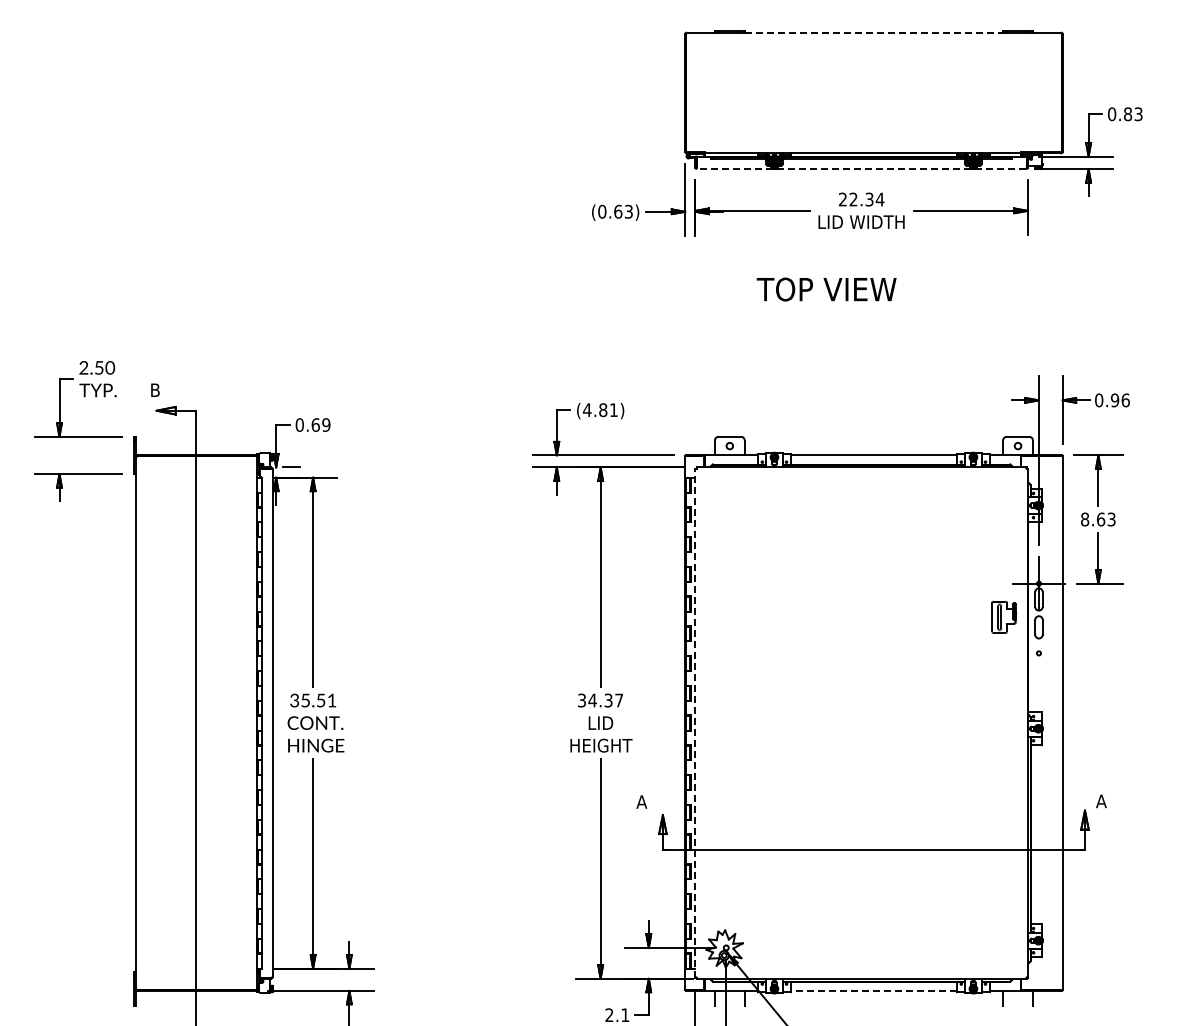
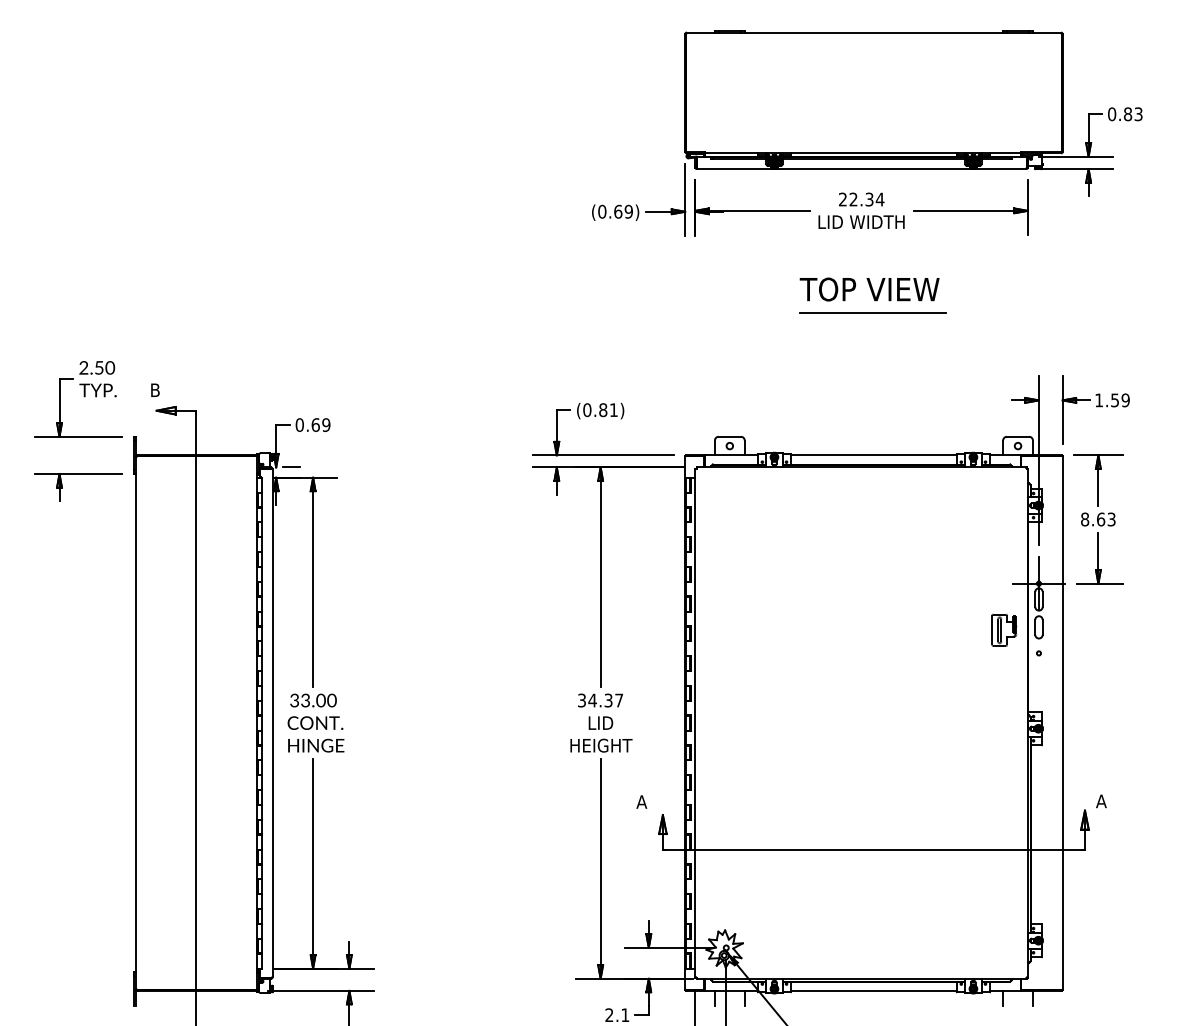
line at (874, 32): dashed -> solid
line at (861, 169): dashed -> solid
text at (628, 211): (0.63) -> (0.69)
text at (826, 289) position: (826, 289) -> (869, 289)
line at (872, 312): none -> present
text at (1112, 400): 0.96 -> 1.59
text at (586, 410): (4.81) -> (0.81)
part at (1004, 616) position: (1004, 616) -> (1004, 629)
text at (318, 700): 35.51 -> 33.00
line at (695, 723): dashed -> solid
line at (873, 990): dashed -> solid
